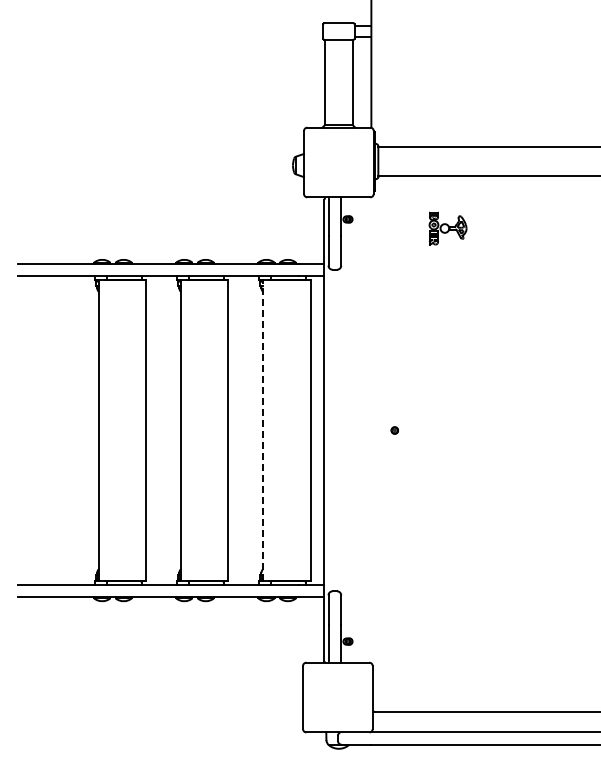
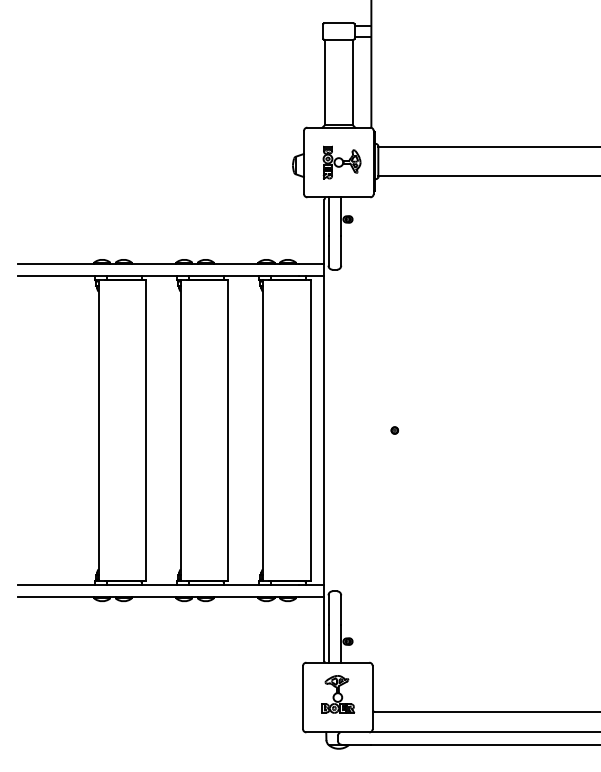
part at (447, 228) position: (447, 228) -> (341, 162)
line at (262, 430): dashed -> solid
part at (338, 694): none -> present
